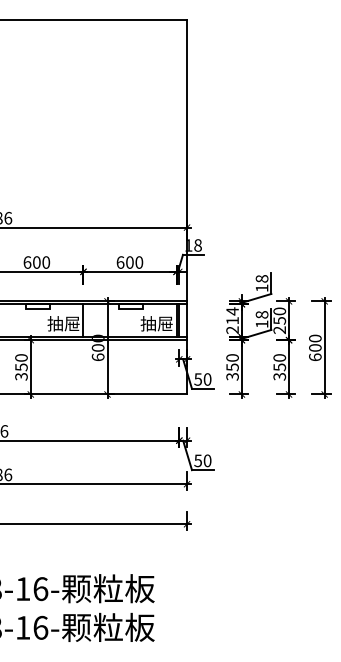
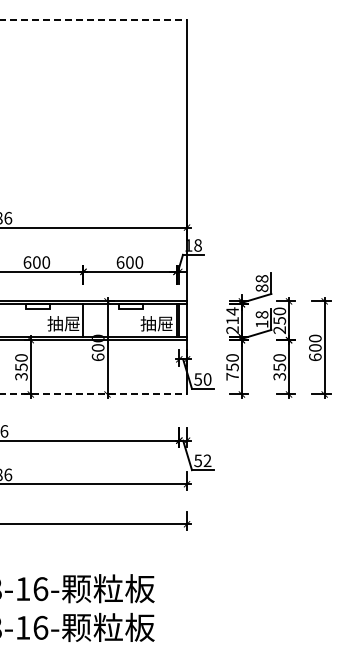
line at (94, 19): solid -> dashed
text at (261, 288): 18 -> 88
text at (232, 376): 350 -> 750
line at (94, 394): solid -> dashed
text at (207, 460): 50 -> 52
